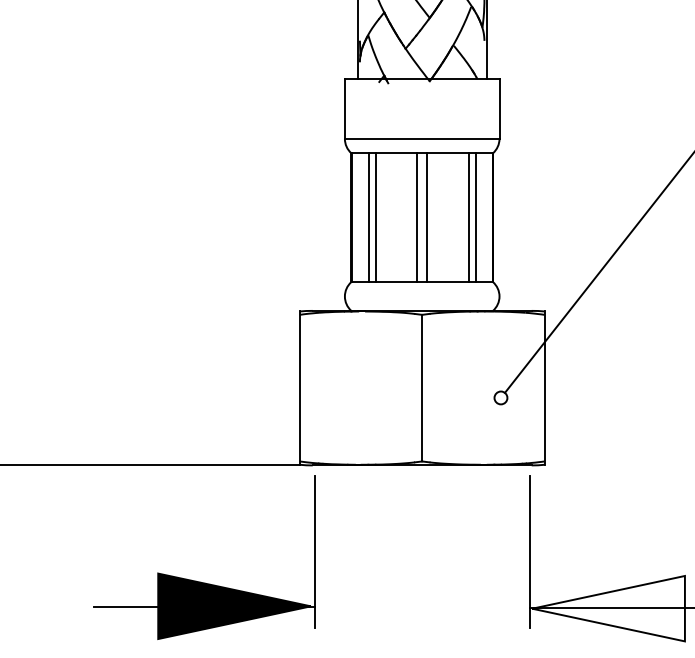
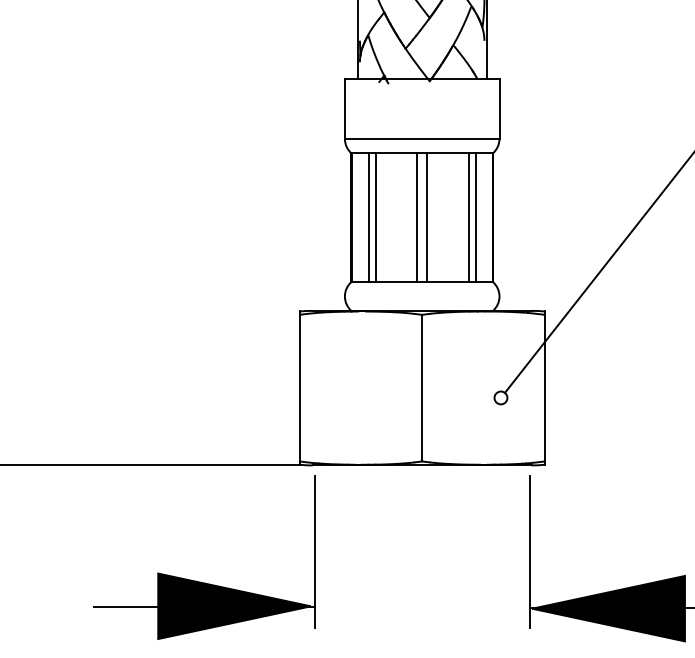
fill at (608, 608): none -> present
